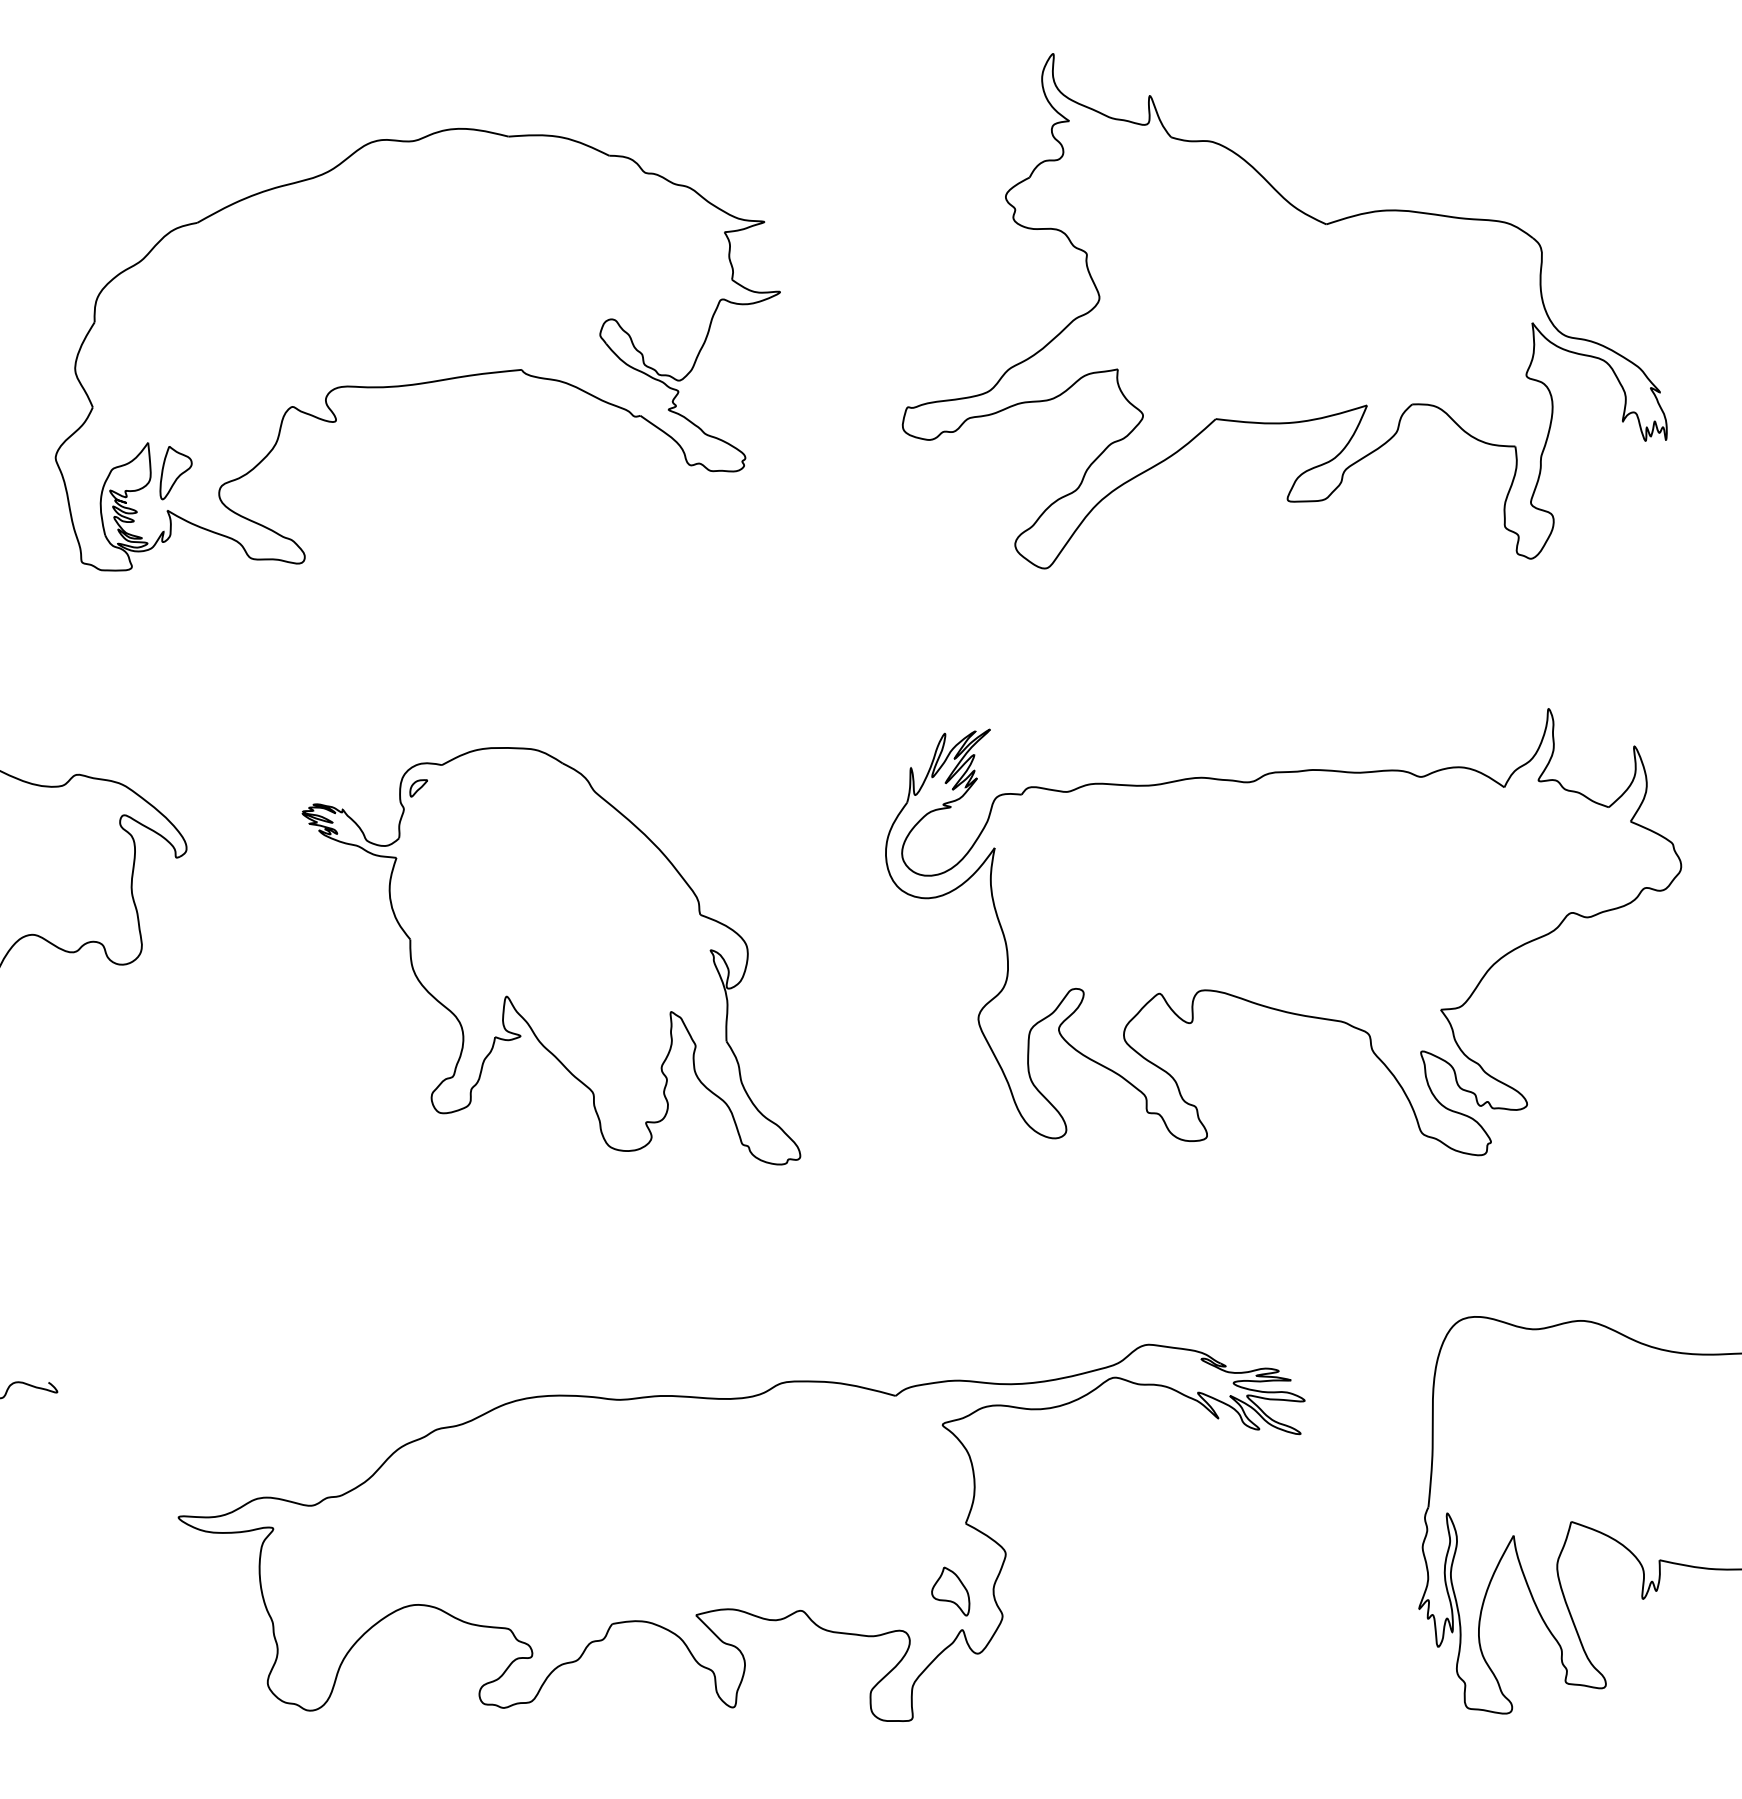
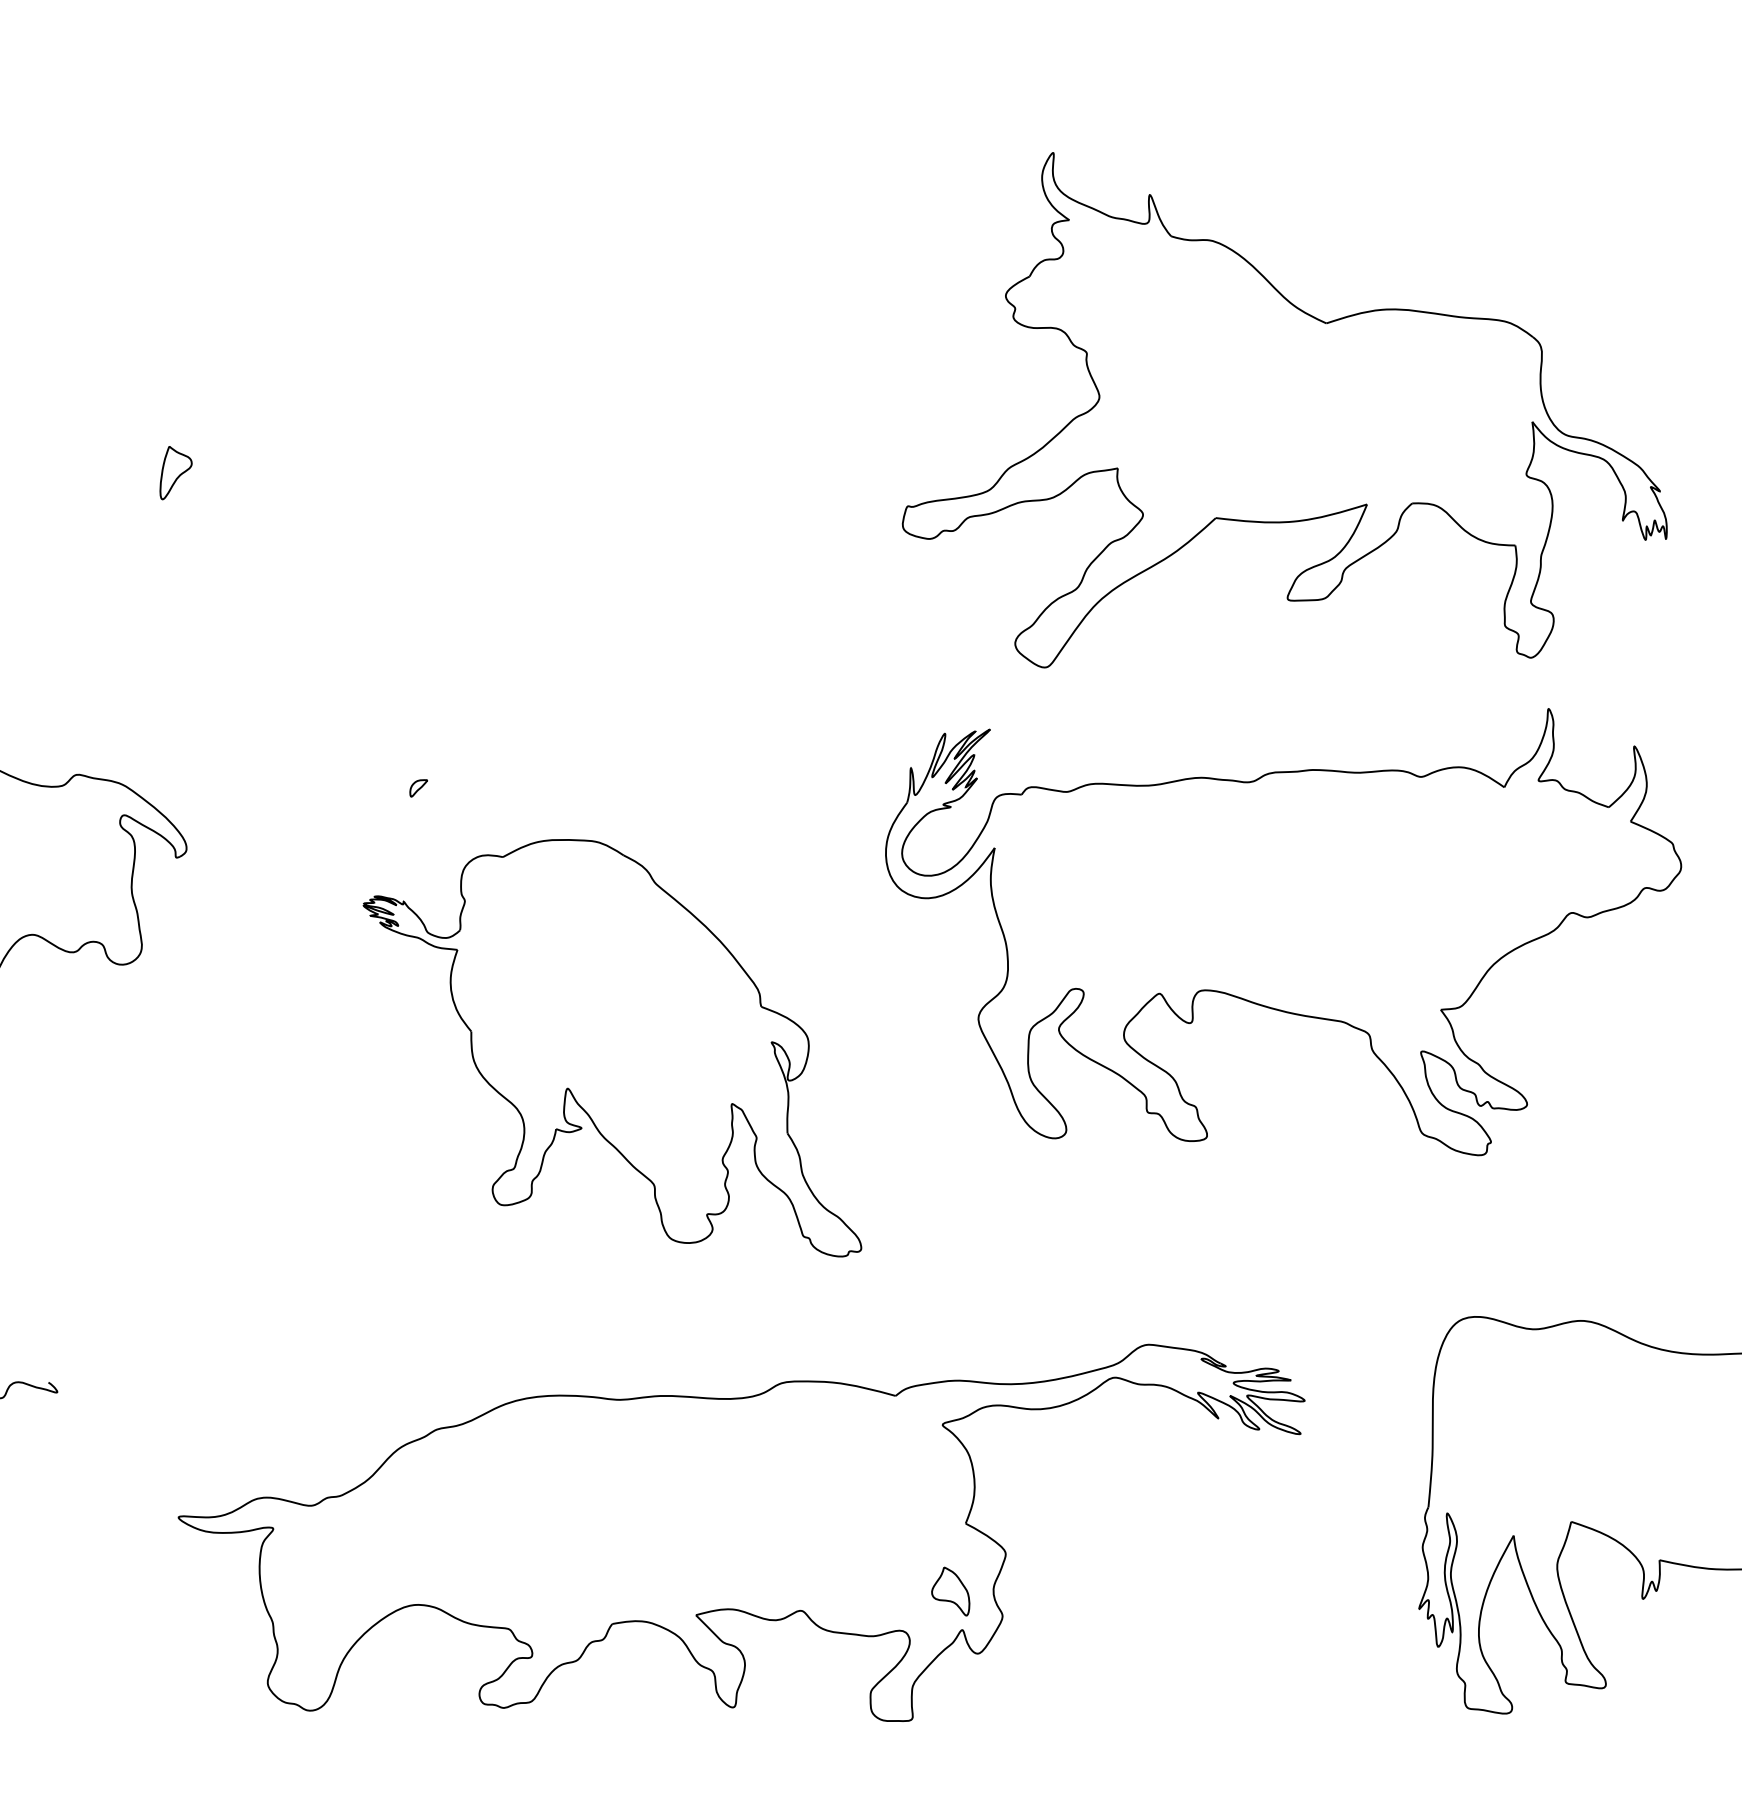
part at (1284, 311) position: (1284, 311) -> (1284, 410)
part at (417, 349): present -> none
part at (551, 956) position: (551, 956) -> (612, 1048)
